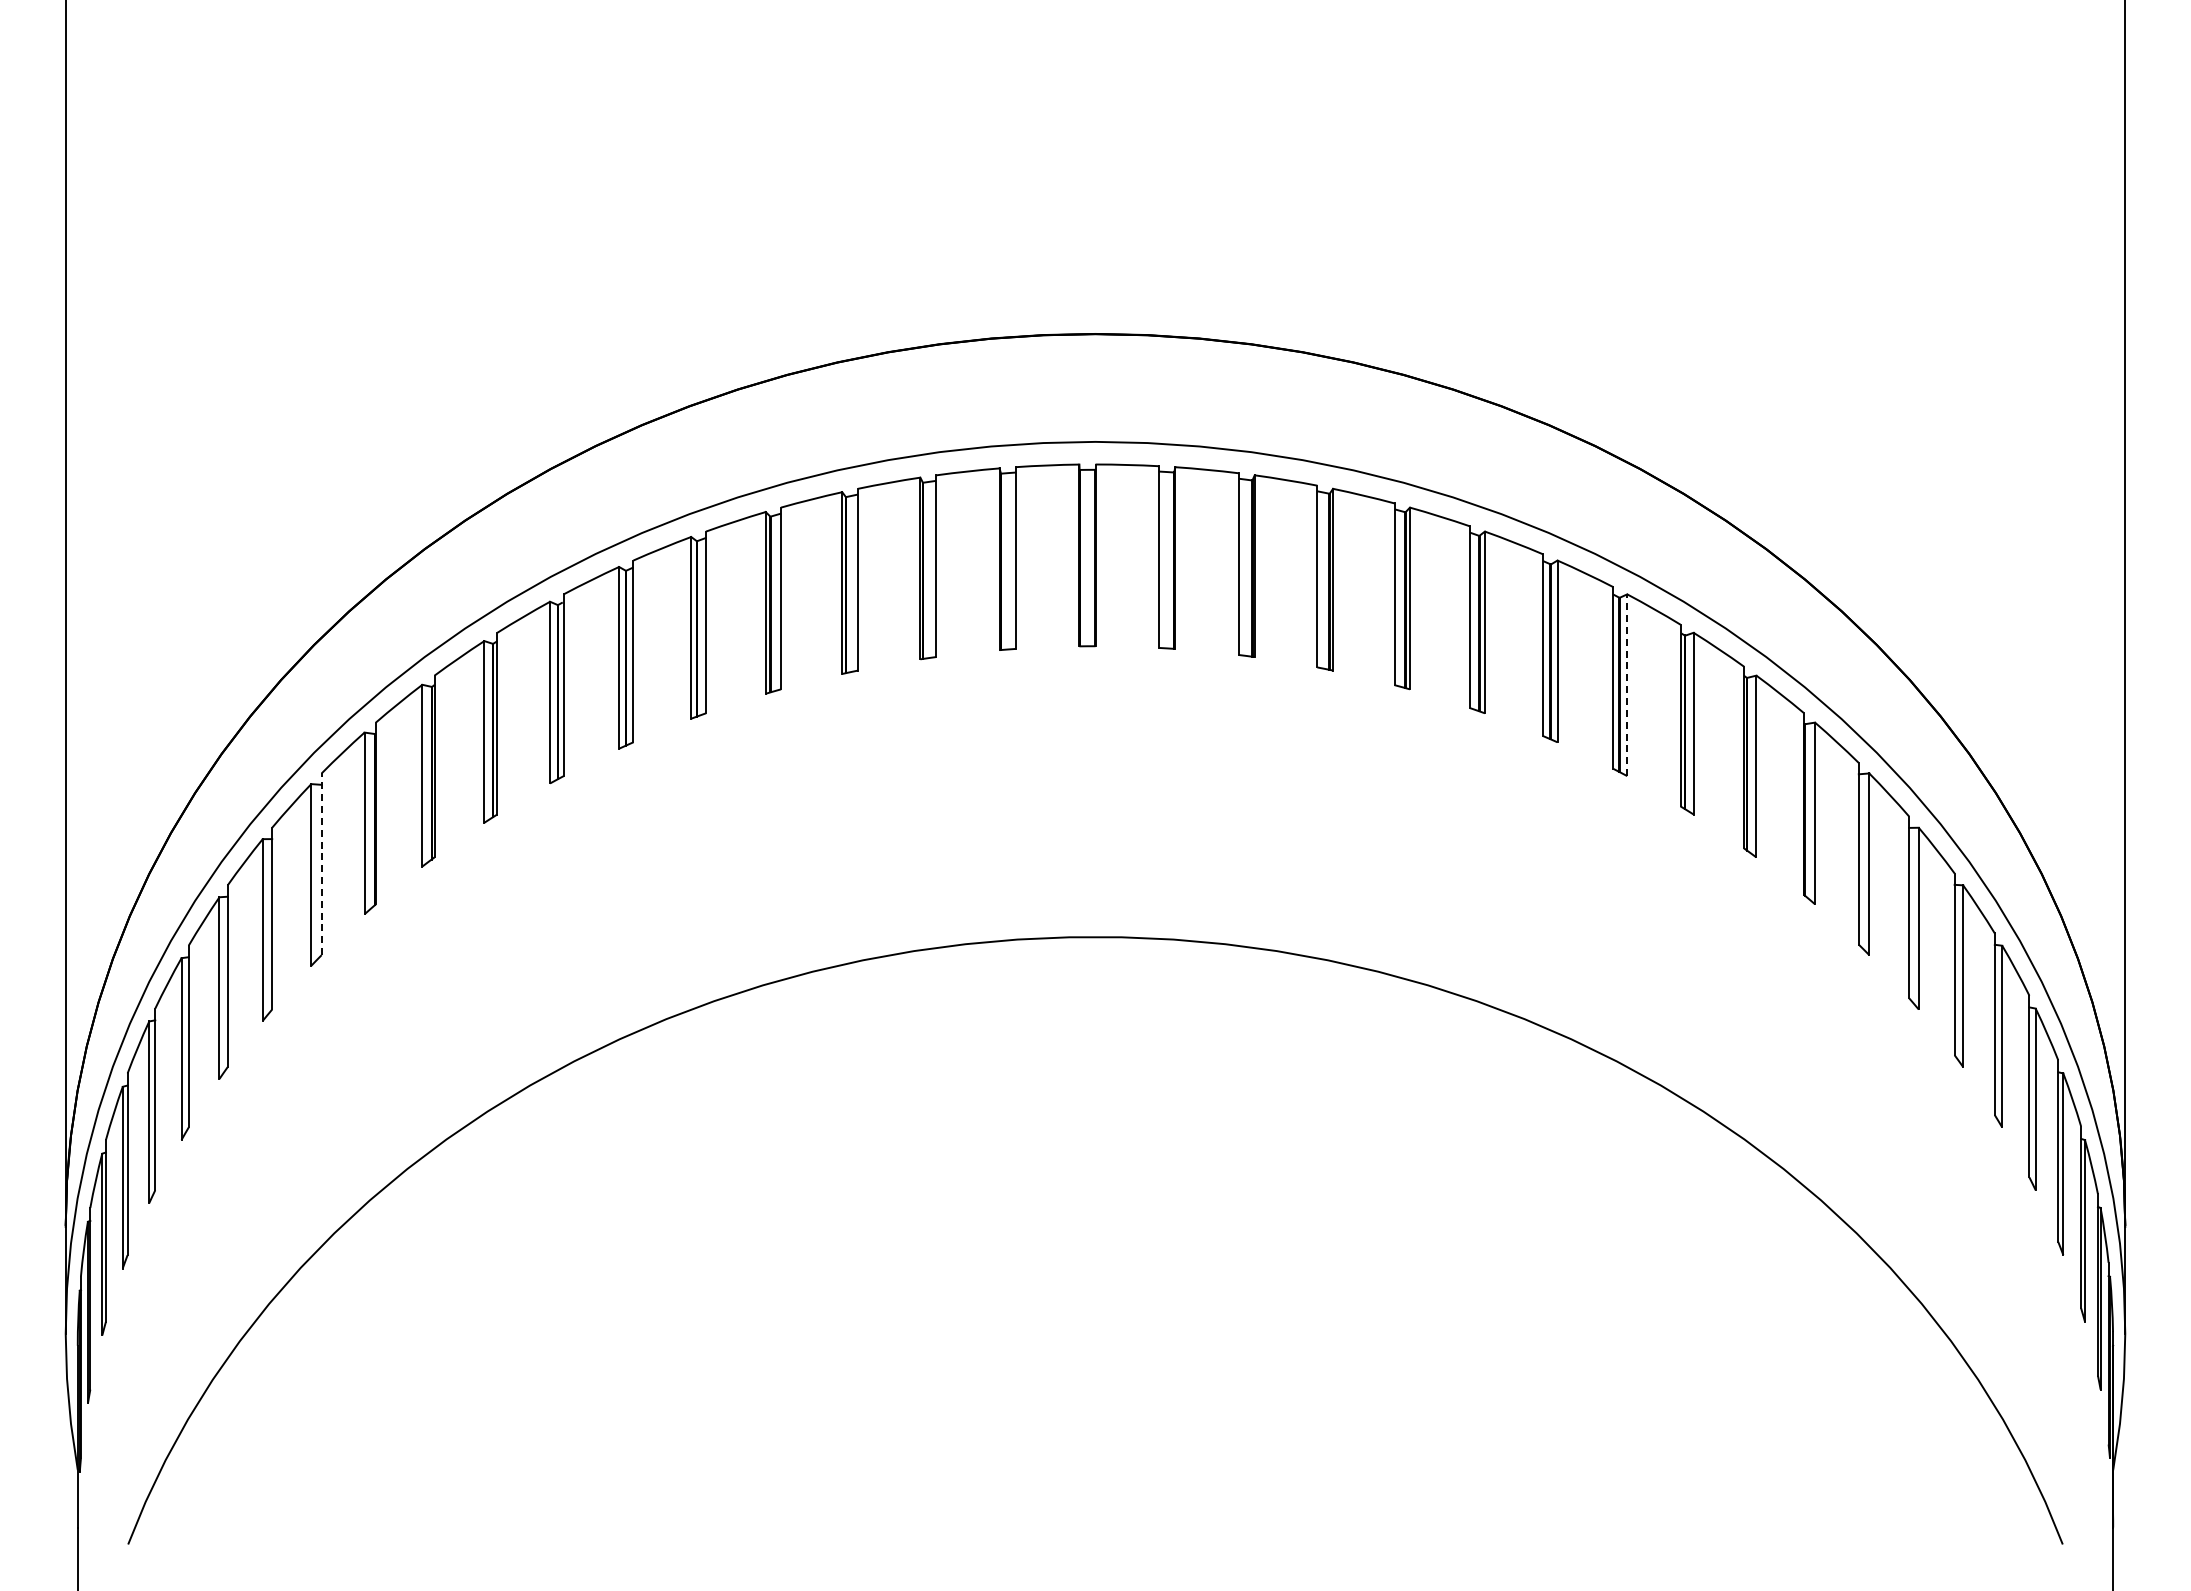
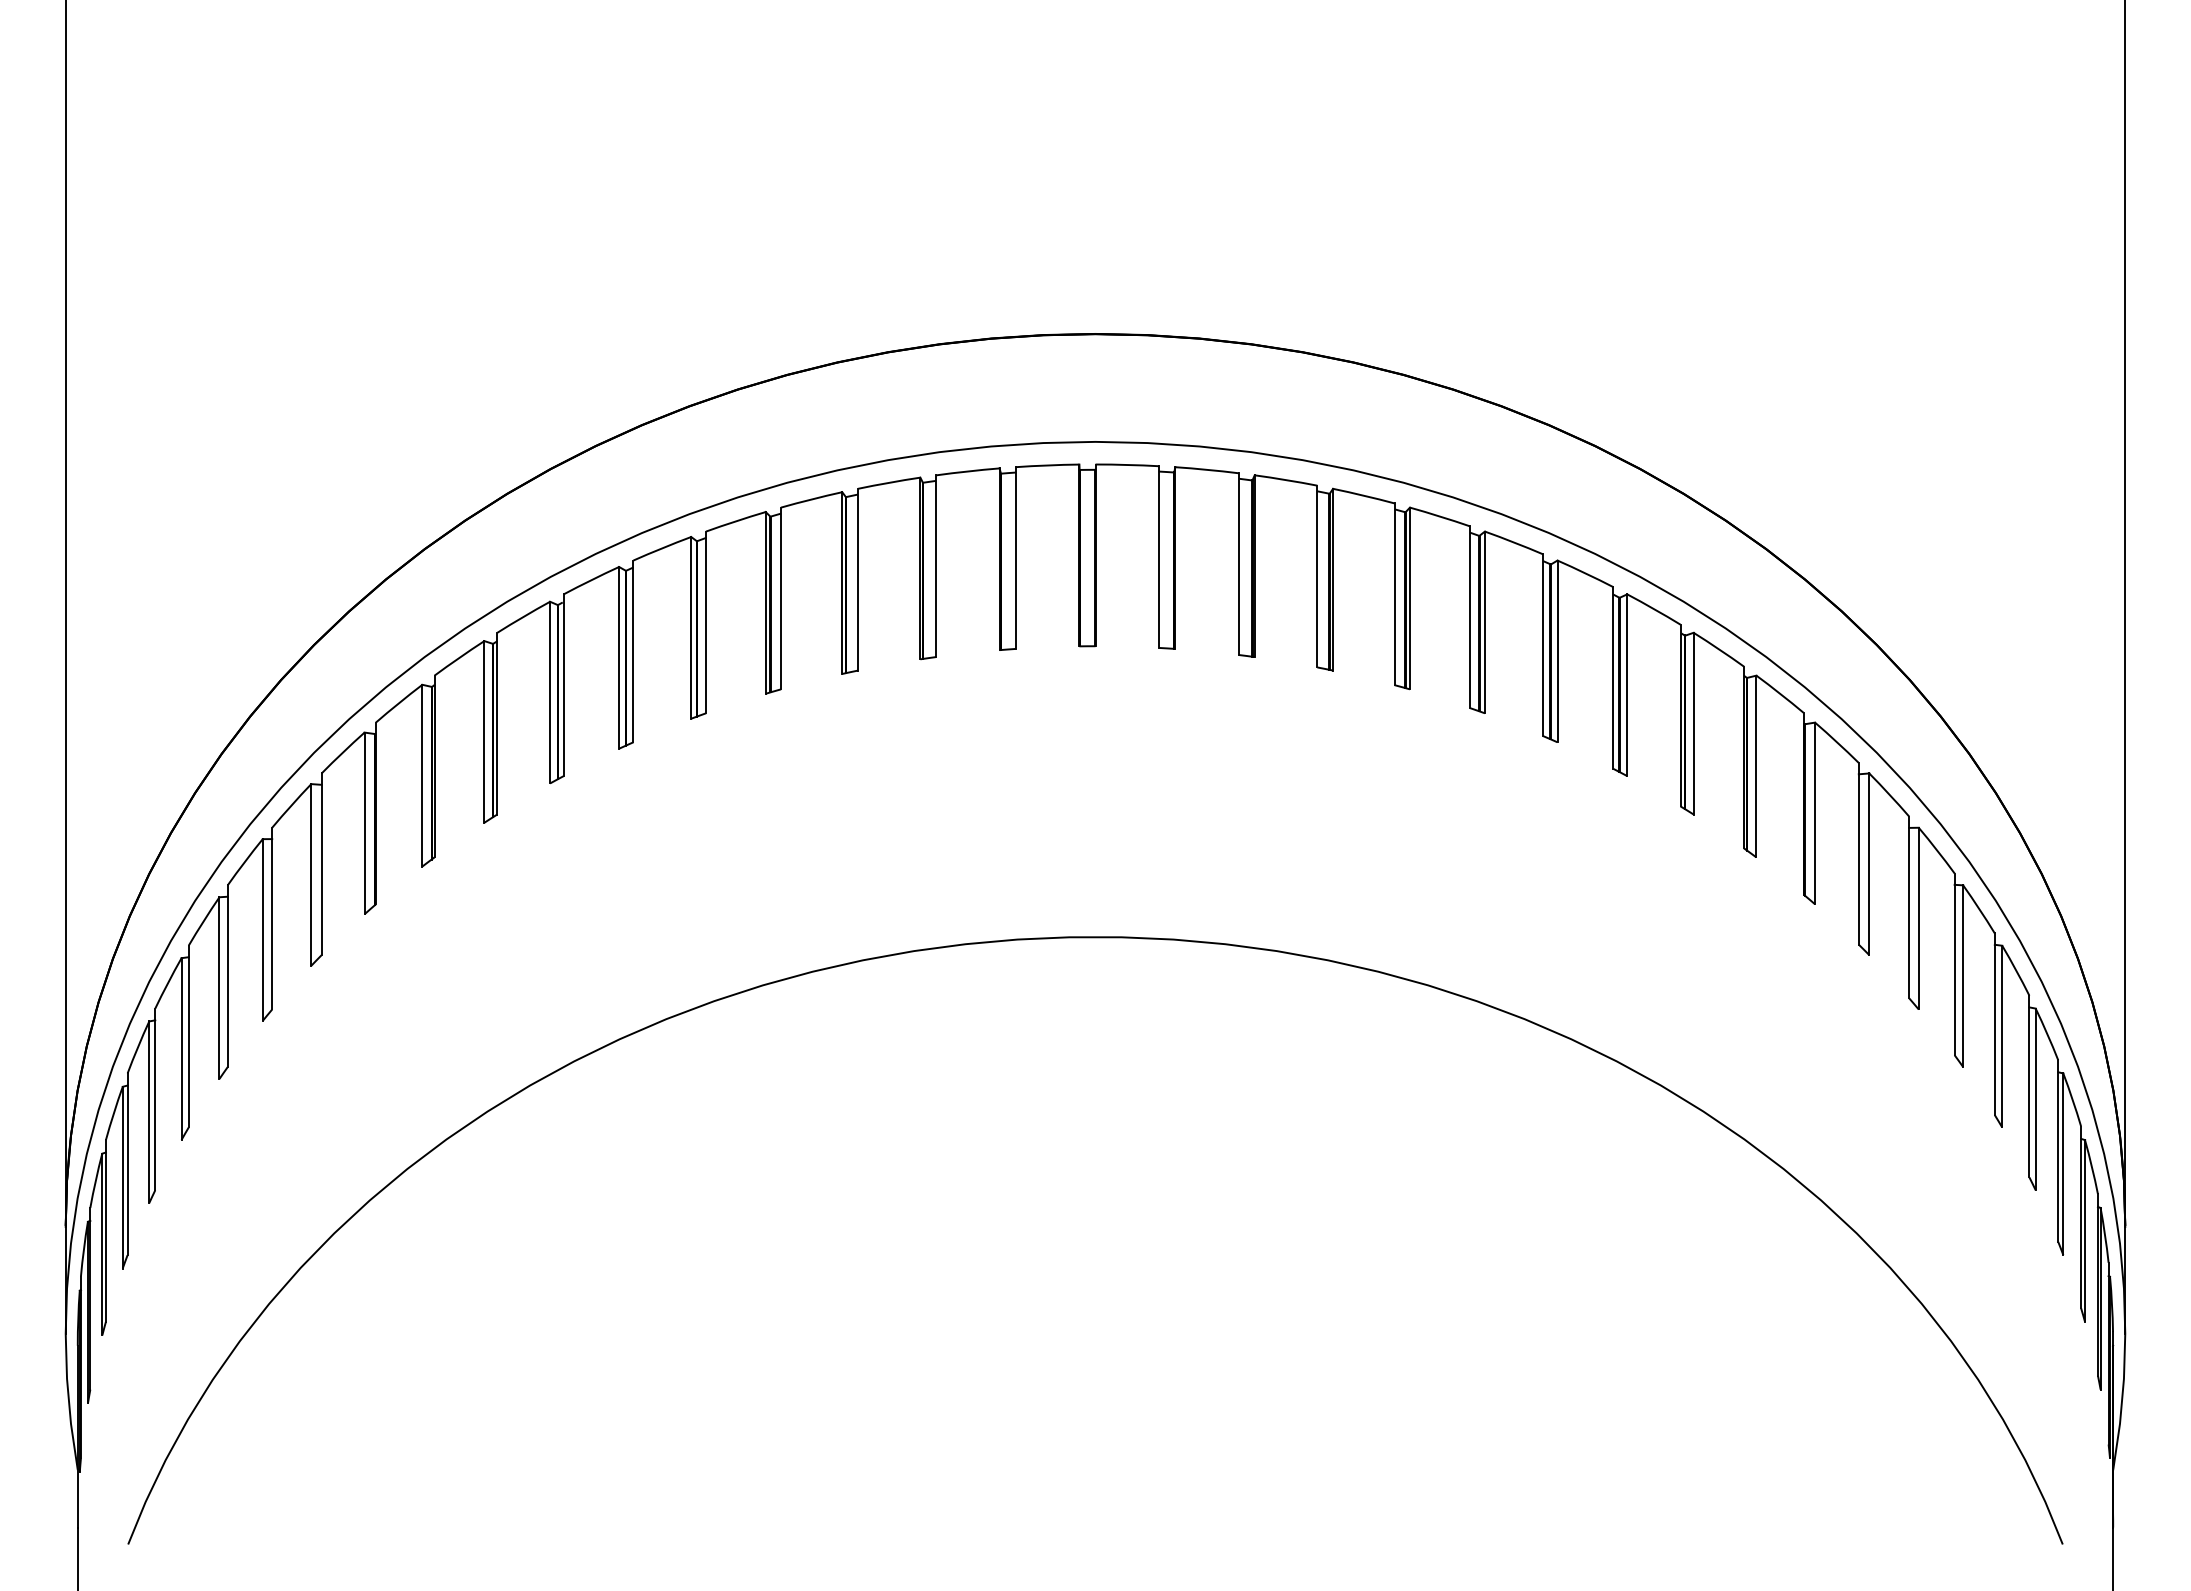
line at (1627, 685): dashed -> solid
line at (321, 864): dashed -> solid
